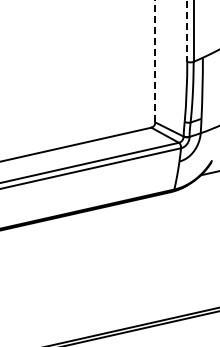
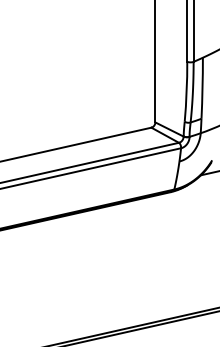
line at (187, 30): dashed -> solid
line at (155, 61): dashed -> solid
